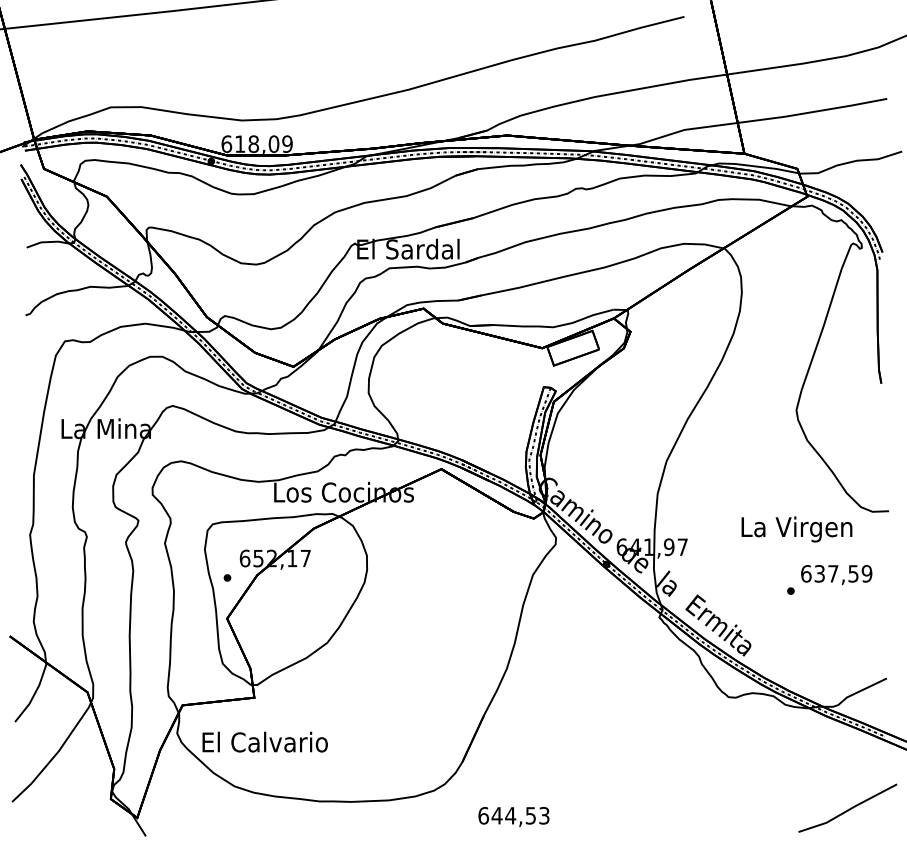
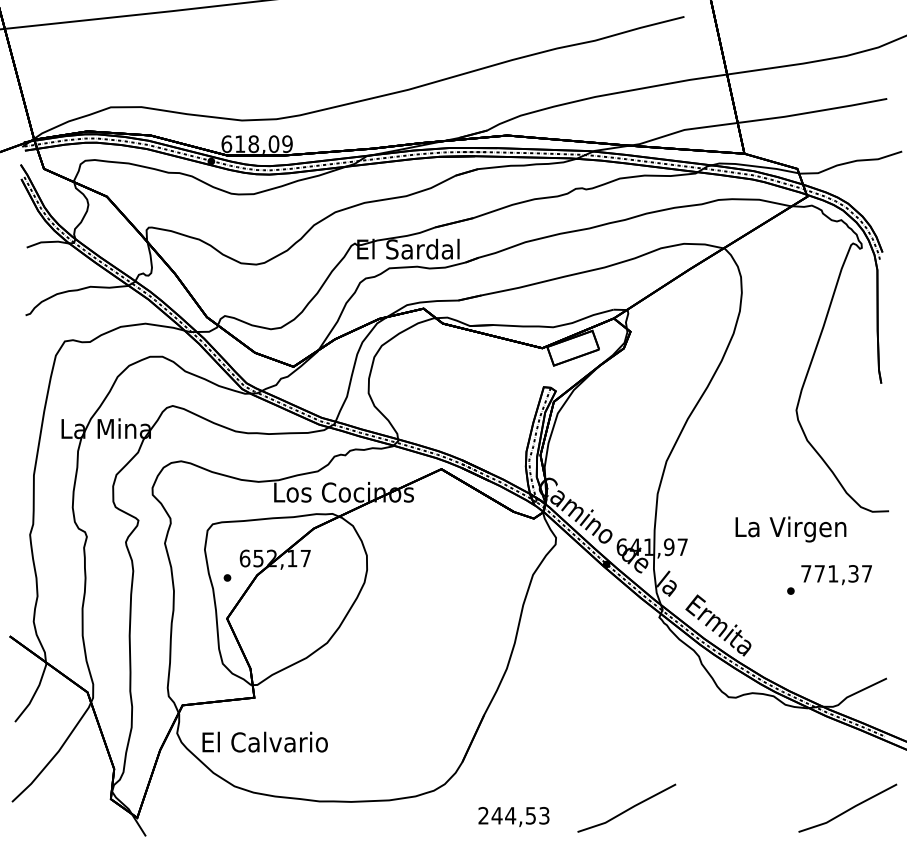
text at (796, 529) position: (796, 529) -> (790, 529)
text at (836, 573): 637,59 -> 771,37
line at (626, 809): none -> present
text at (483, 815): 644,53 -> 244,53
